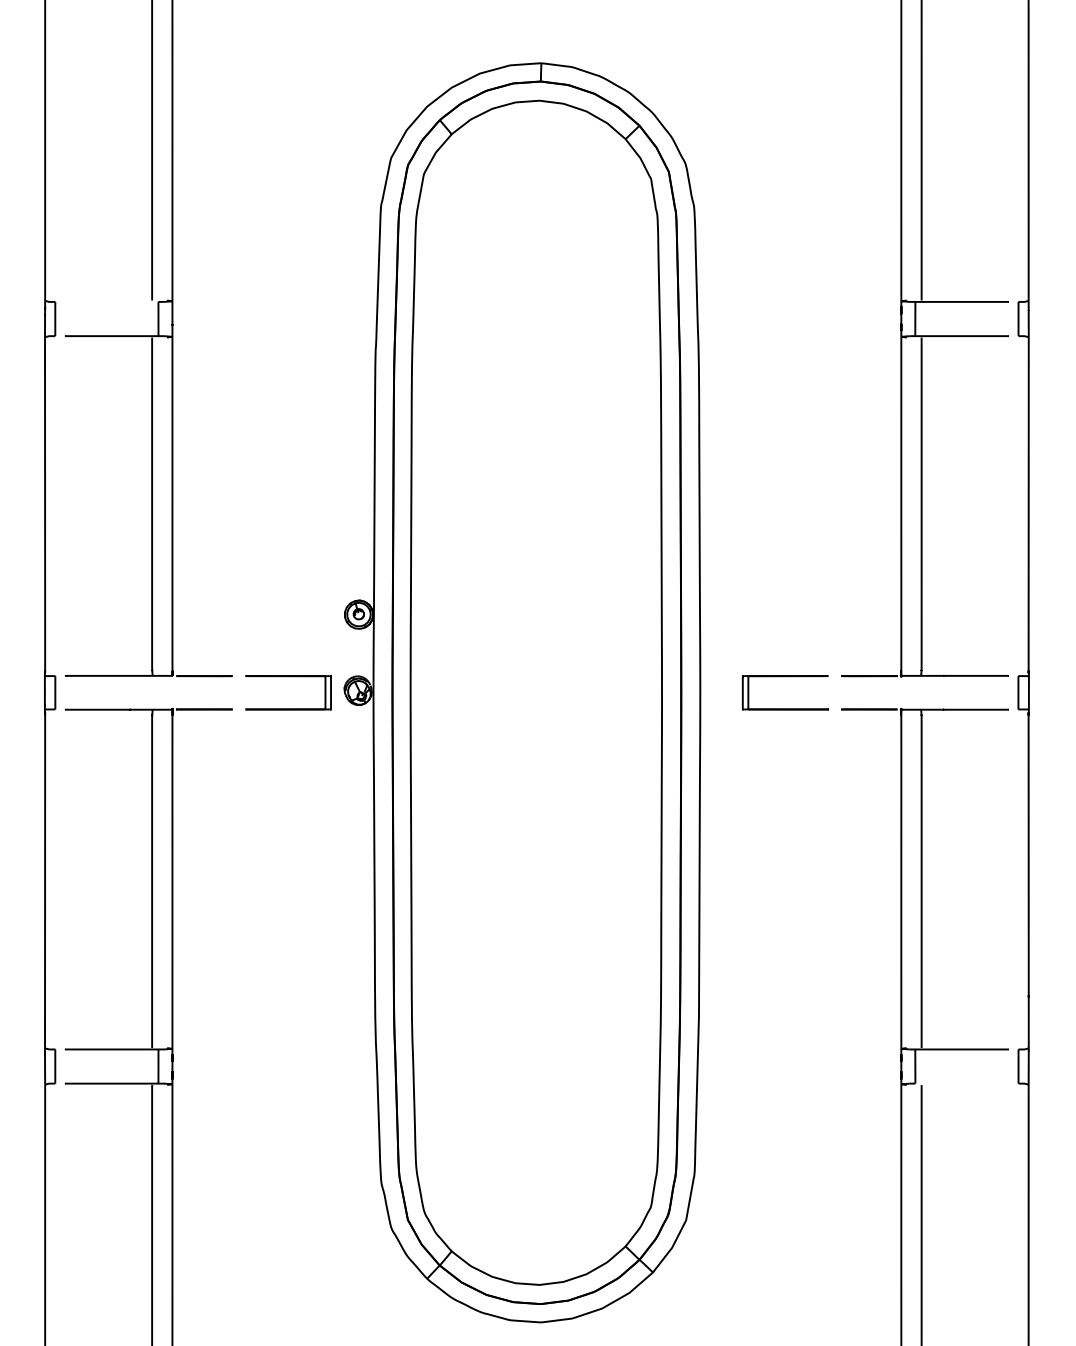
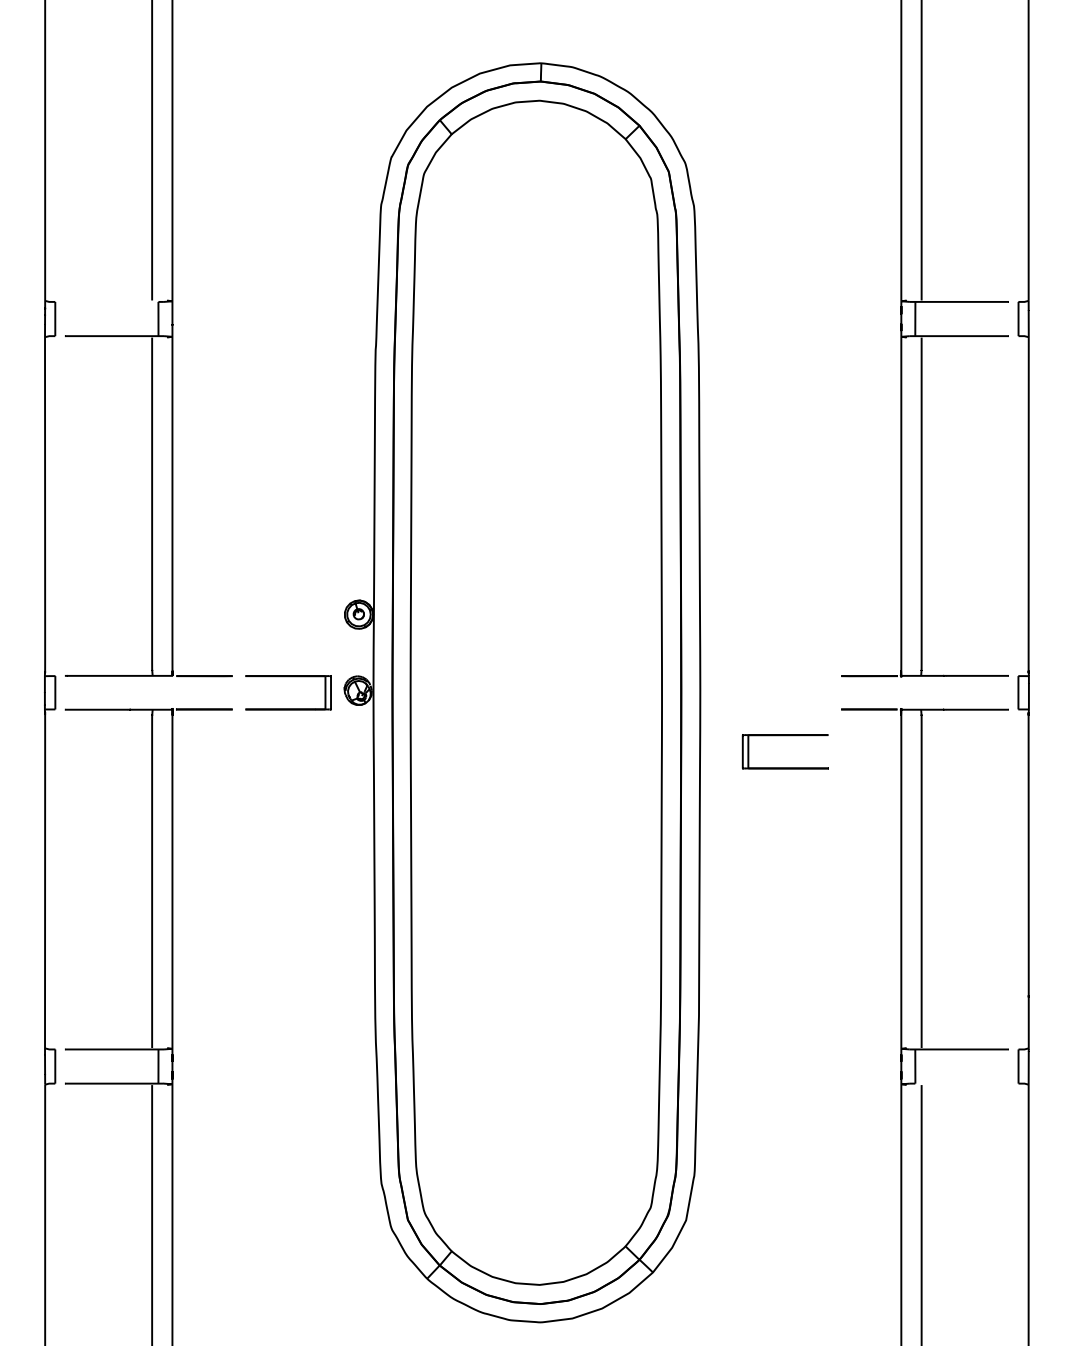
part at (784, 677) position: (784, 677) -> (784, 736)
